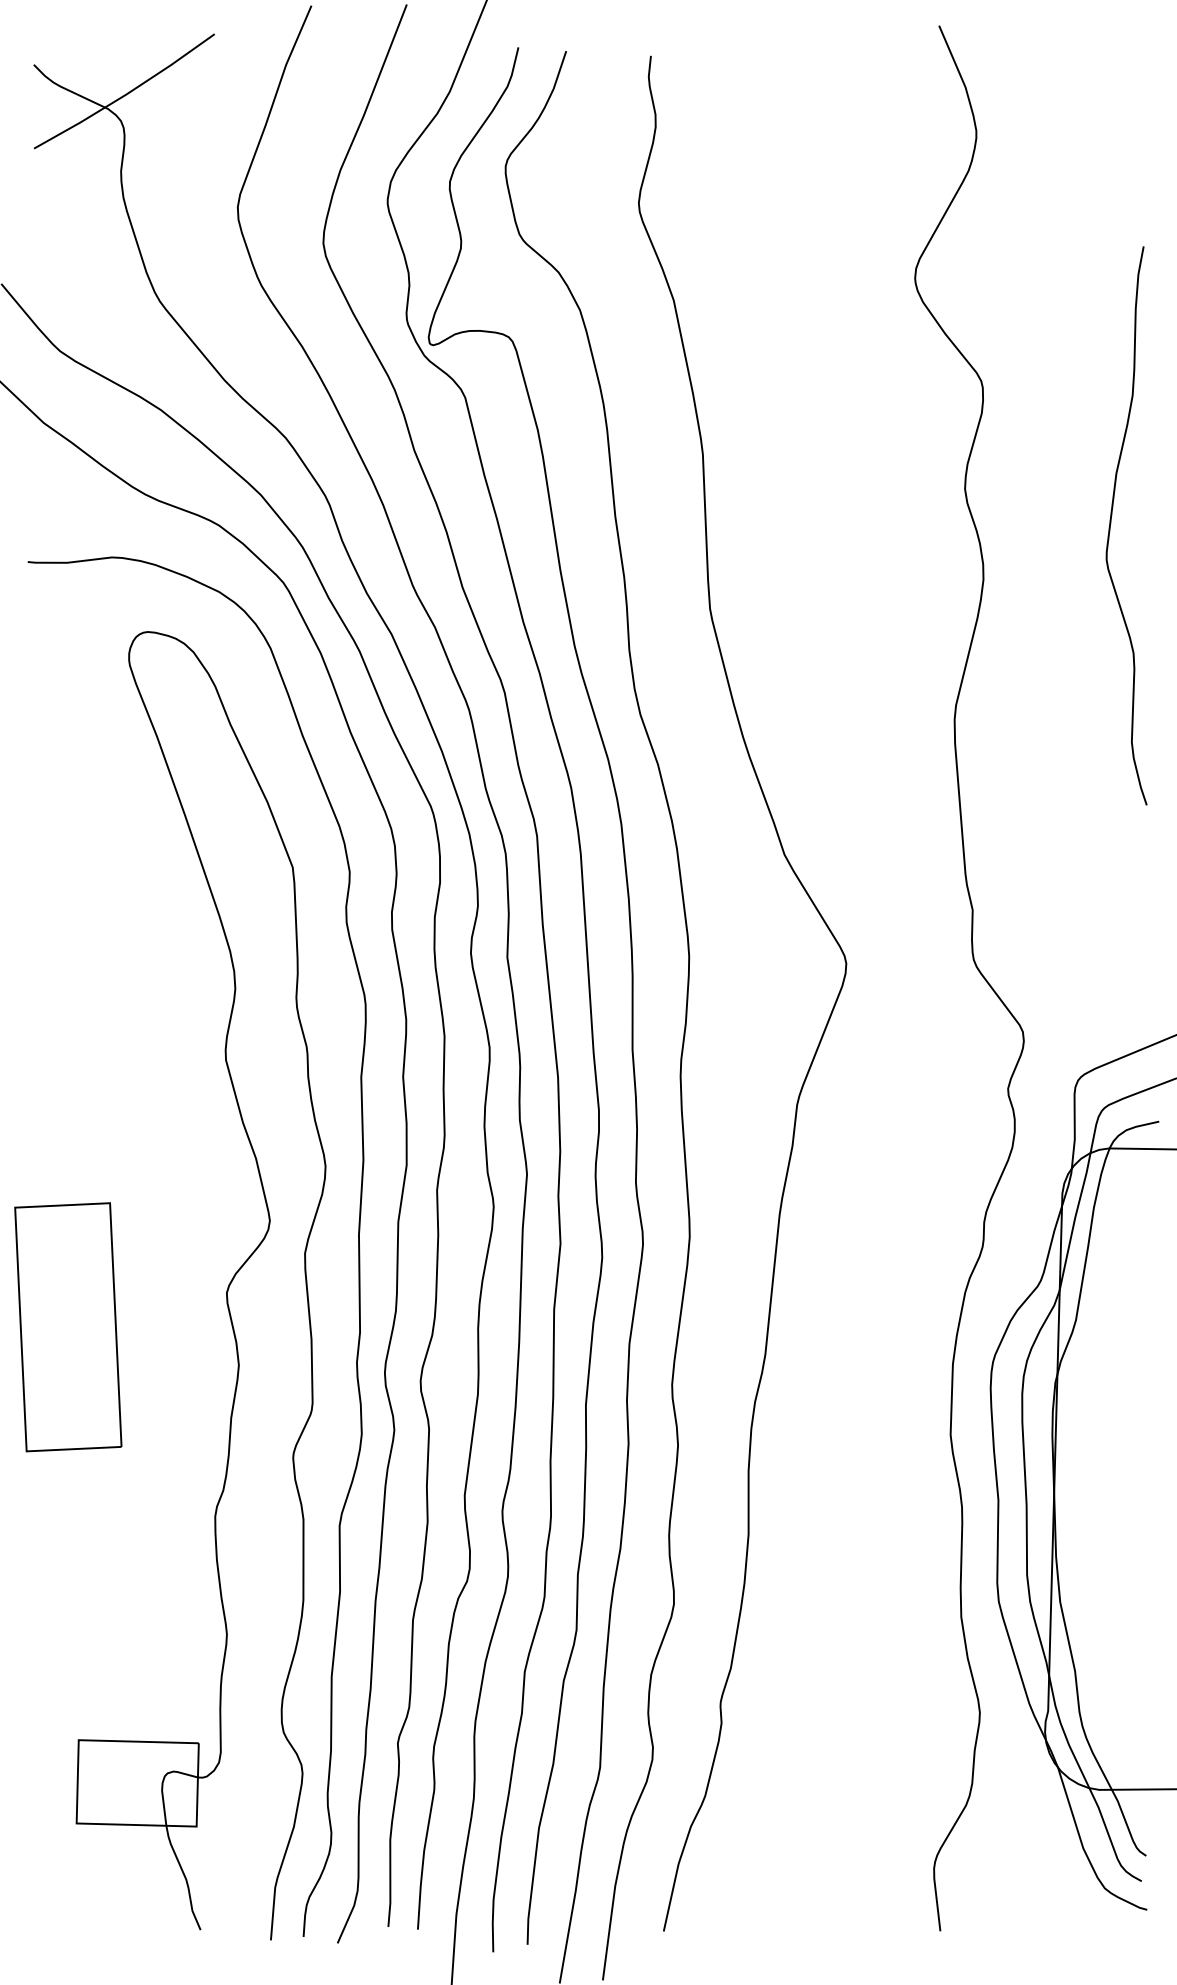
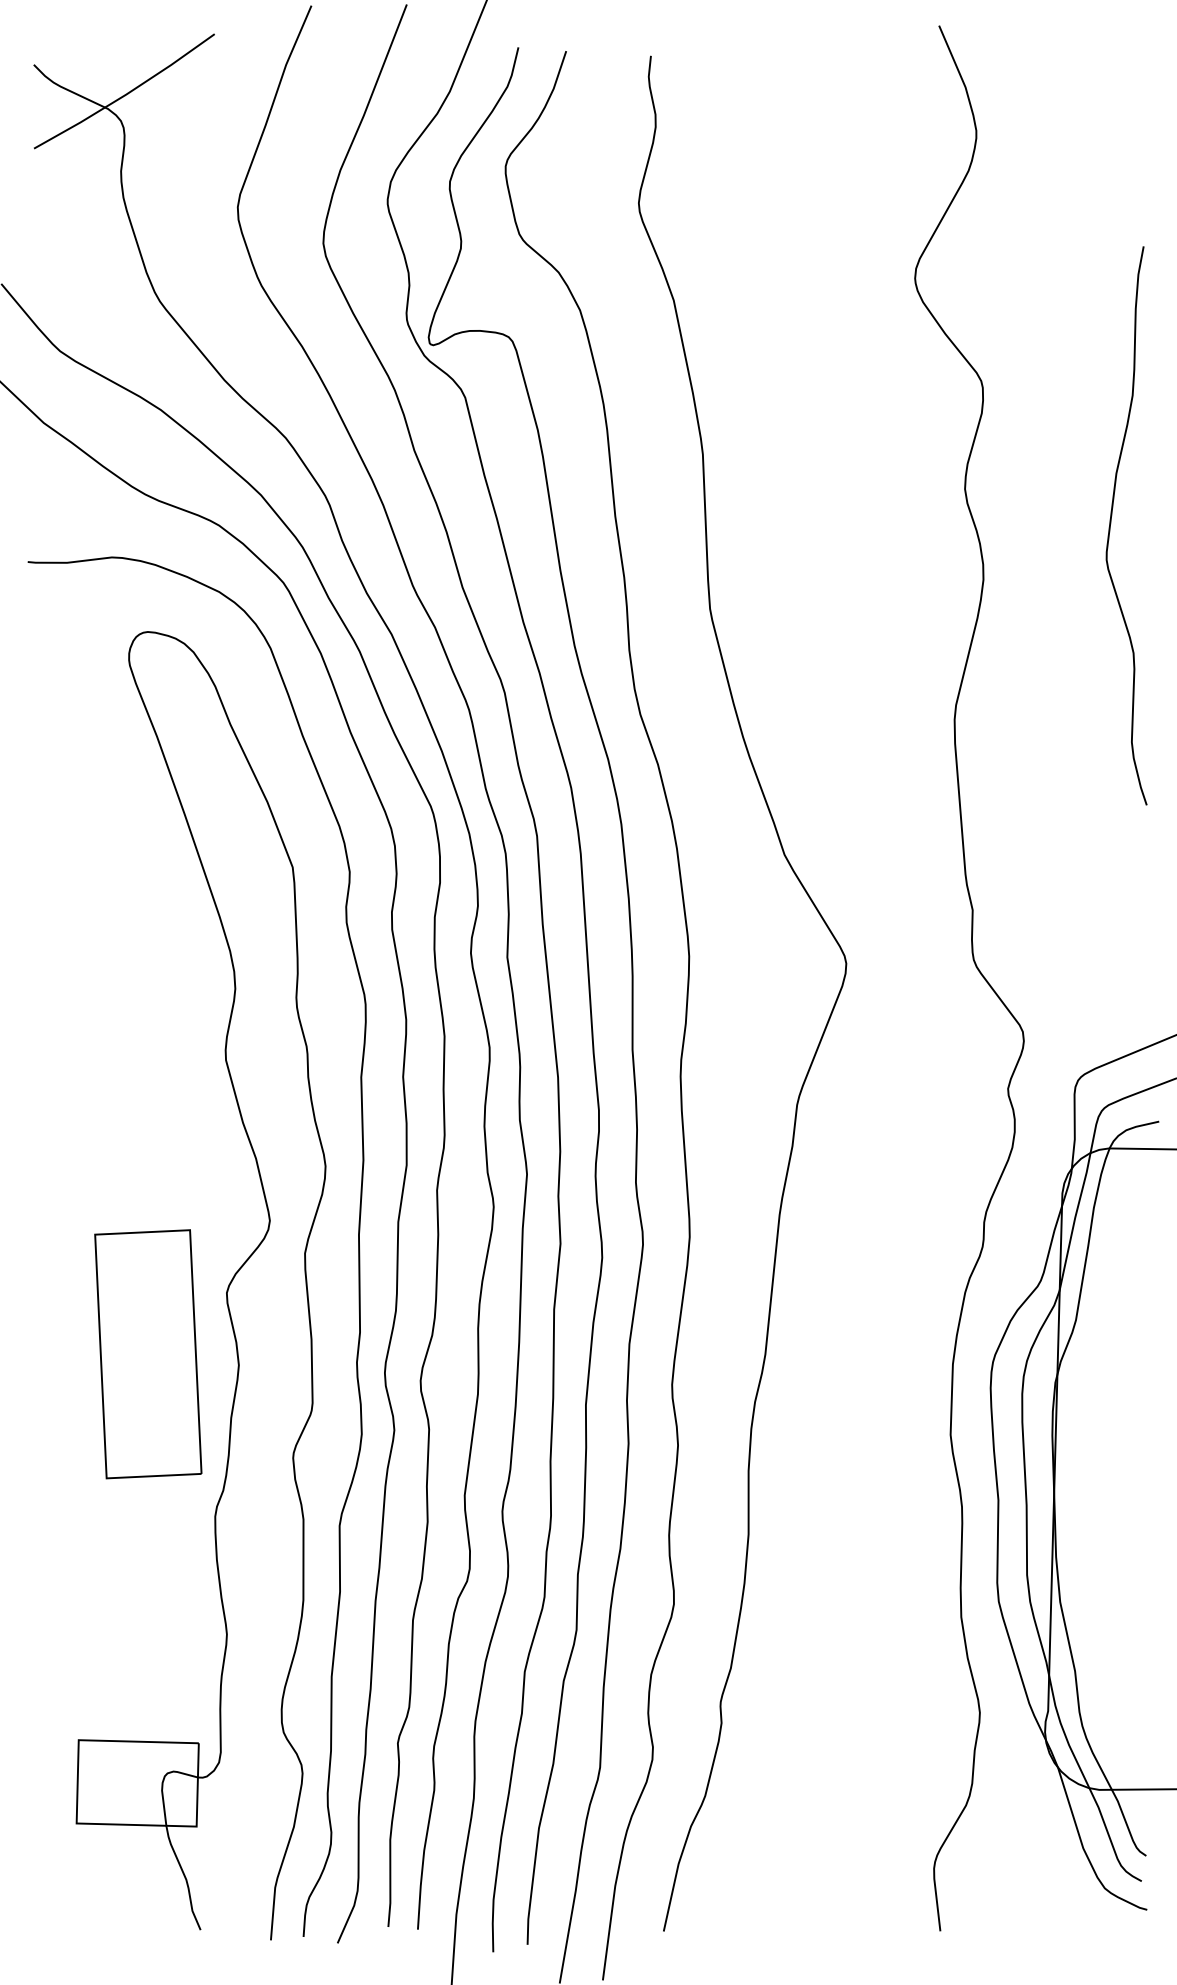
part at (68, 1327) position: (68, 1327) -> (148, 1354)
